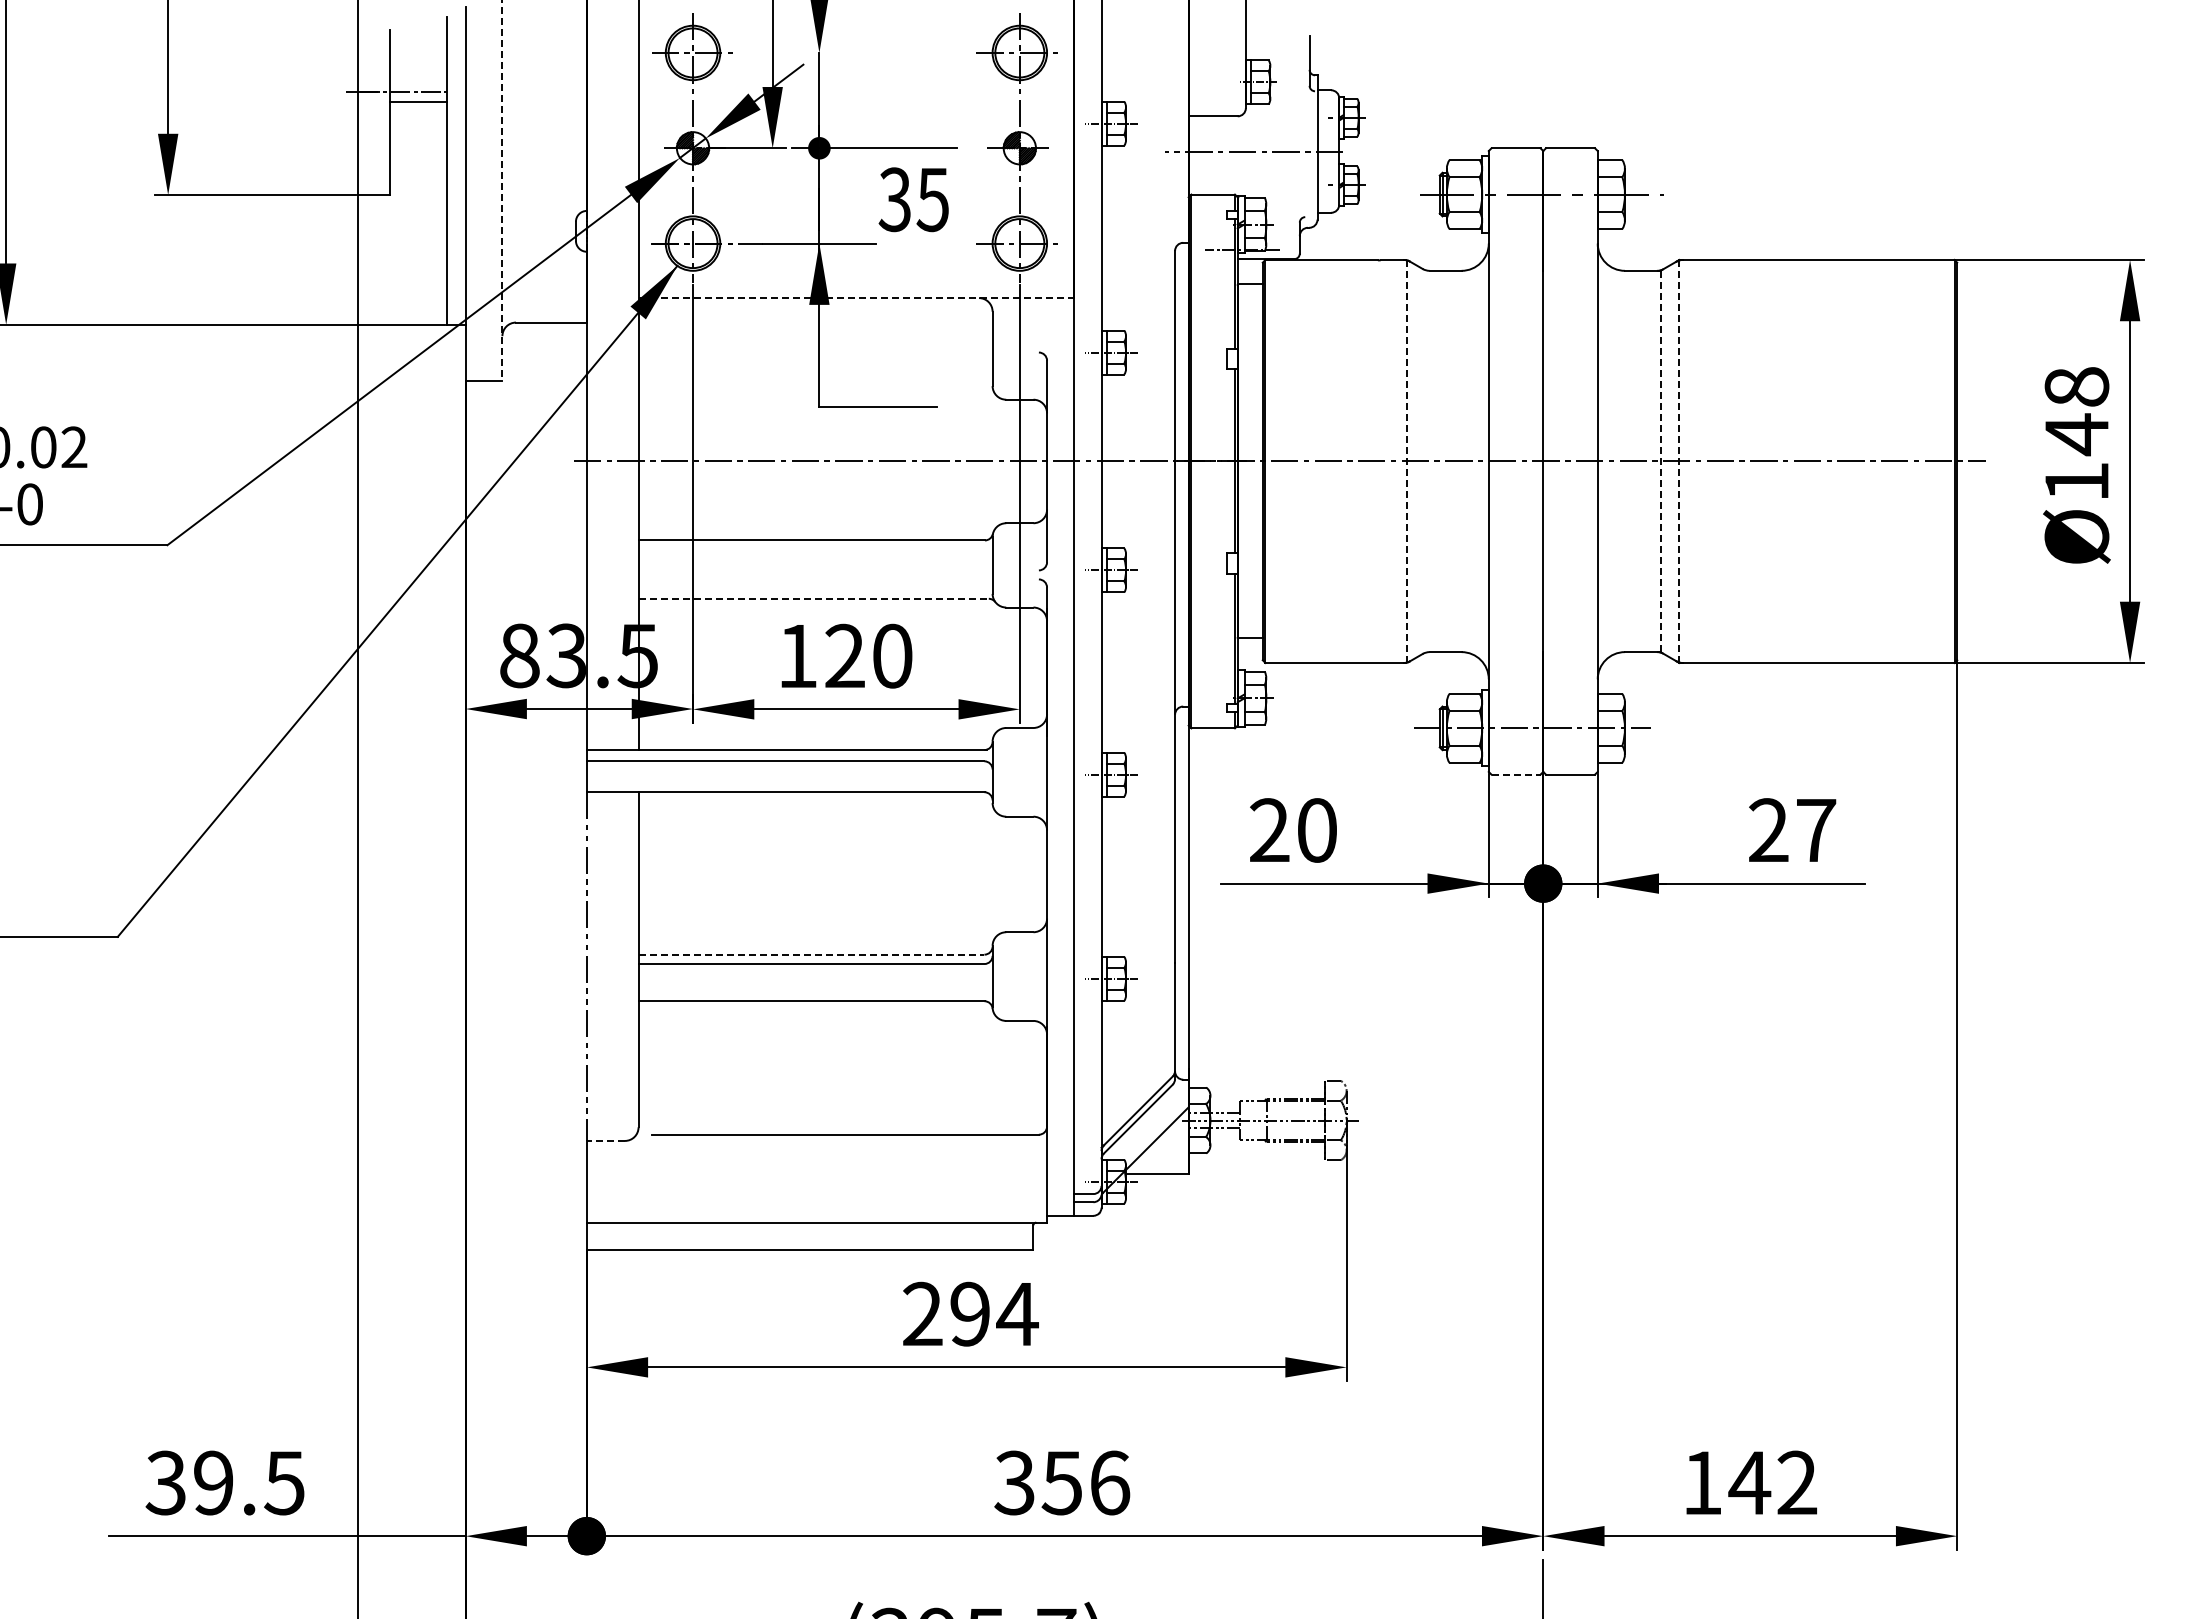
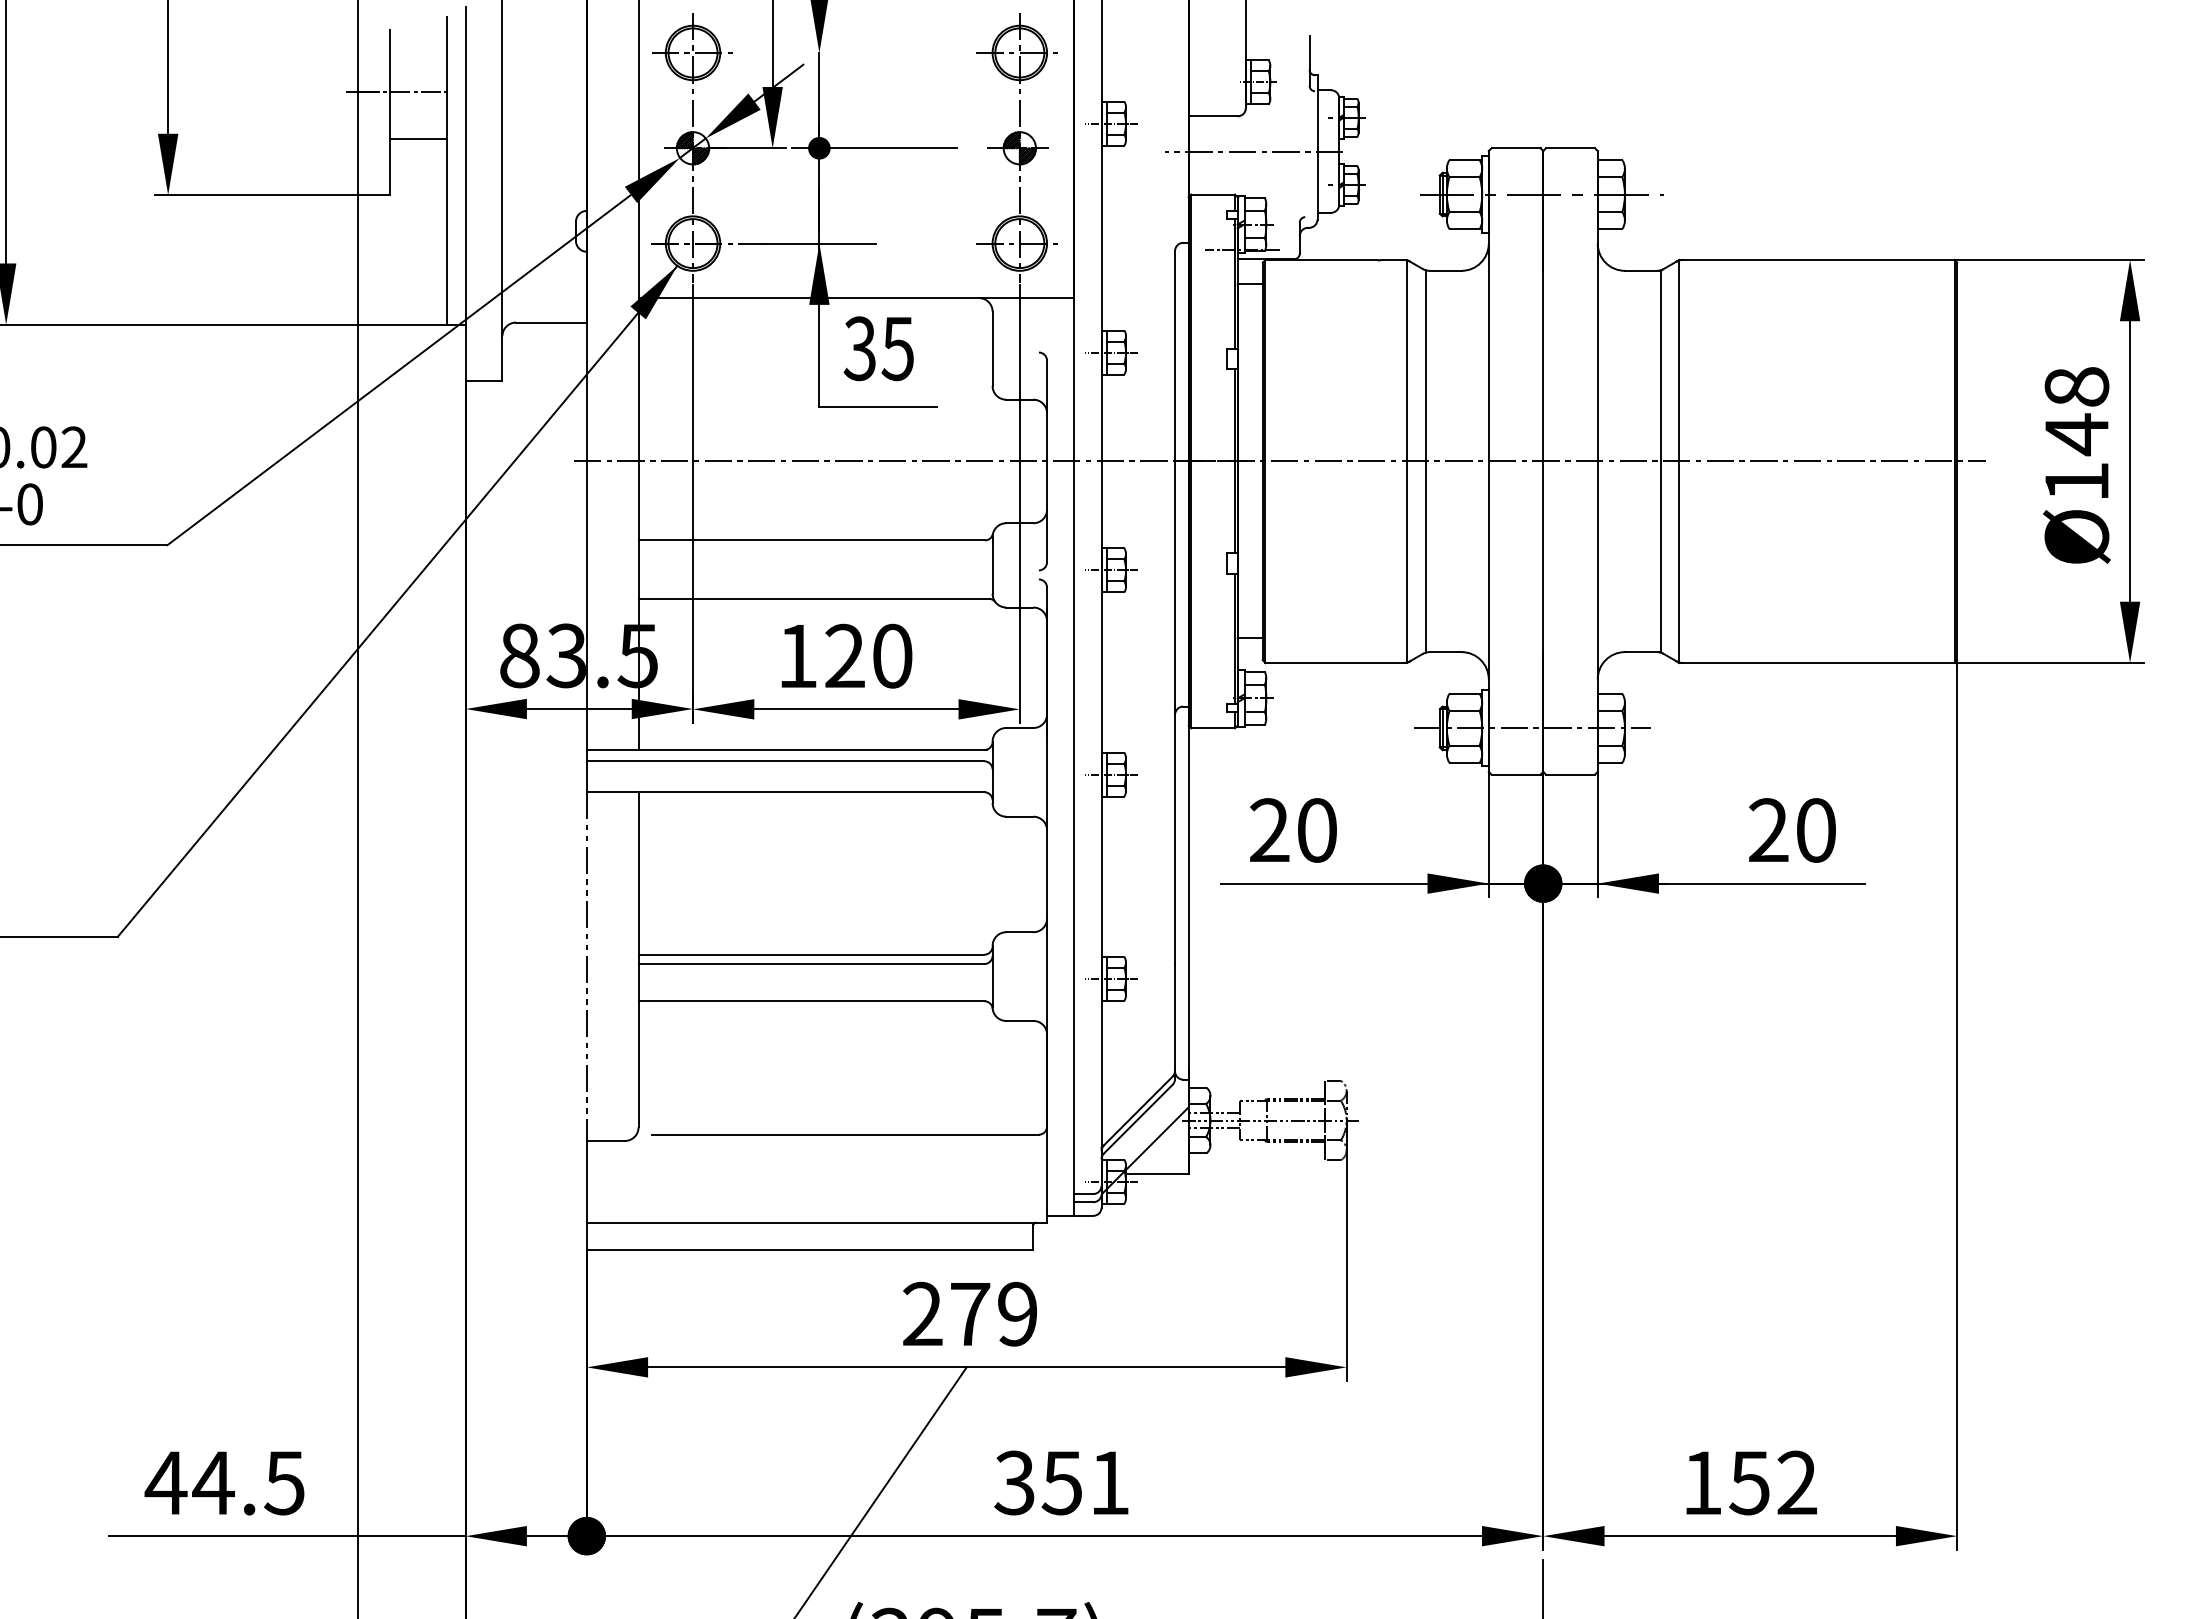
line at (418, 101) position: (418, 101) -> (418, 138)
line at (502, 191): dashed -> solid
text at (913, 199) position: (913, 199) -> (878, 348)
line at (856, 298): dashed -> solid
line at (1679, 460): dashed -> solid
line at (1407, 461): dashed -> solid
line at (1425, 461): none -> present
line at (1660, 461): dashed -> solid
line at (814, 598): dashed -> solid
line at (1516, 774): dashed -> solid
text at (1816, 830): 27 -> 20
line at (811, 954): dashed -> solid
line at (605, 1140): dashed -> solid
text at (994, 1313): 294 -> 279
text at (189, 1482): 39.5 -> 44.5
text at (1110, 1482): 356 -> 351
text at (1749, 1483): 142 -> 152
line at (881, 1491): none -> present
